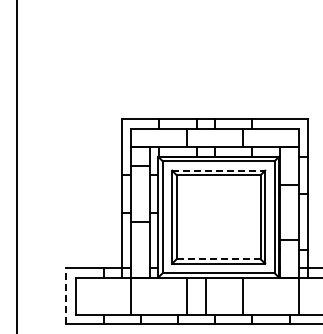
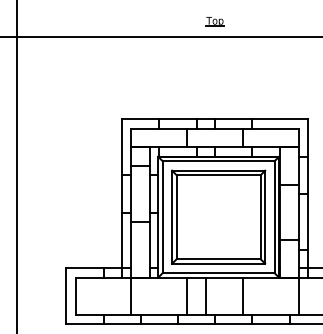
part at (214, 21): none -> present
line at (160, 37): none -> present
line at (218, 170): dashed -> solid
line at (218, 259): dashed -> solid
line at (66, 296): dashed -> solid
